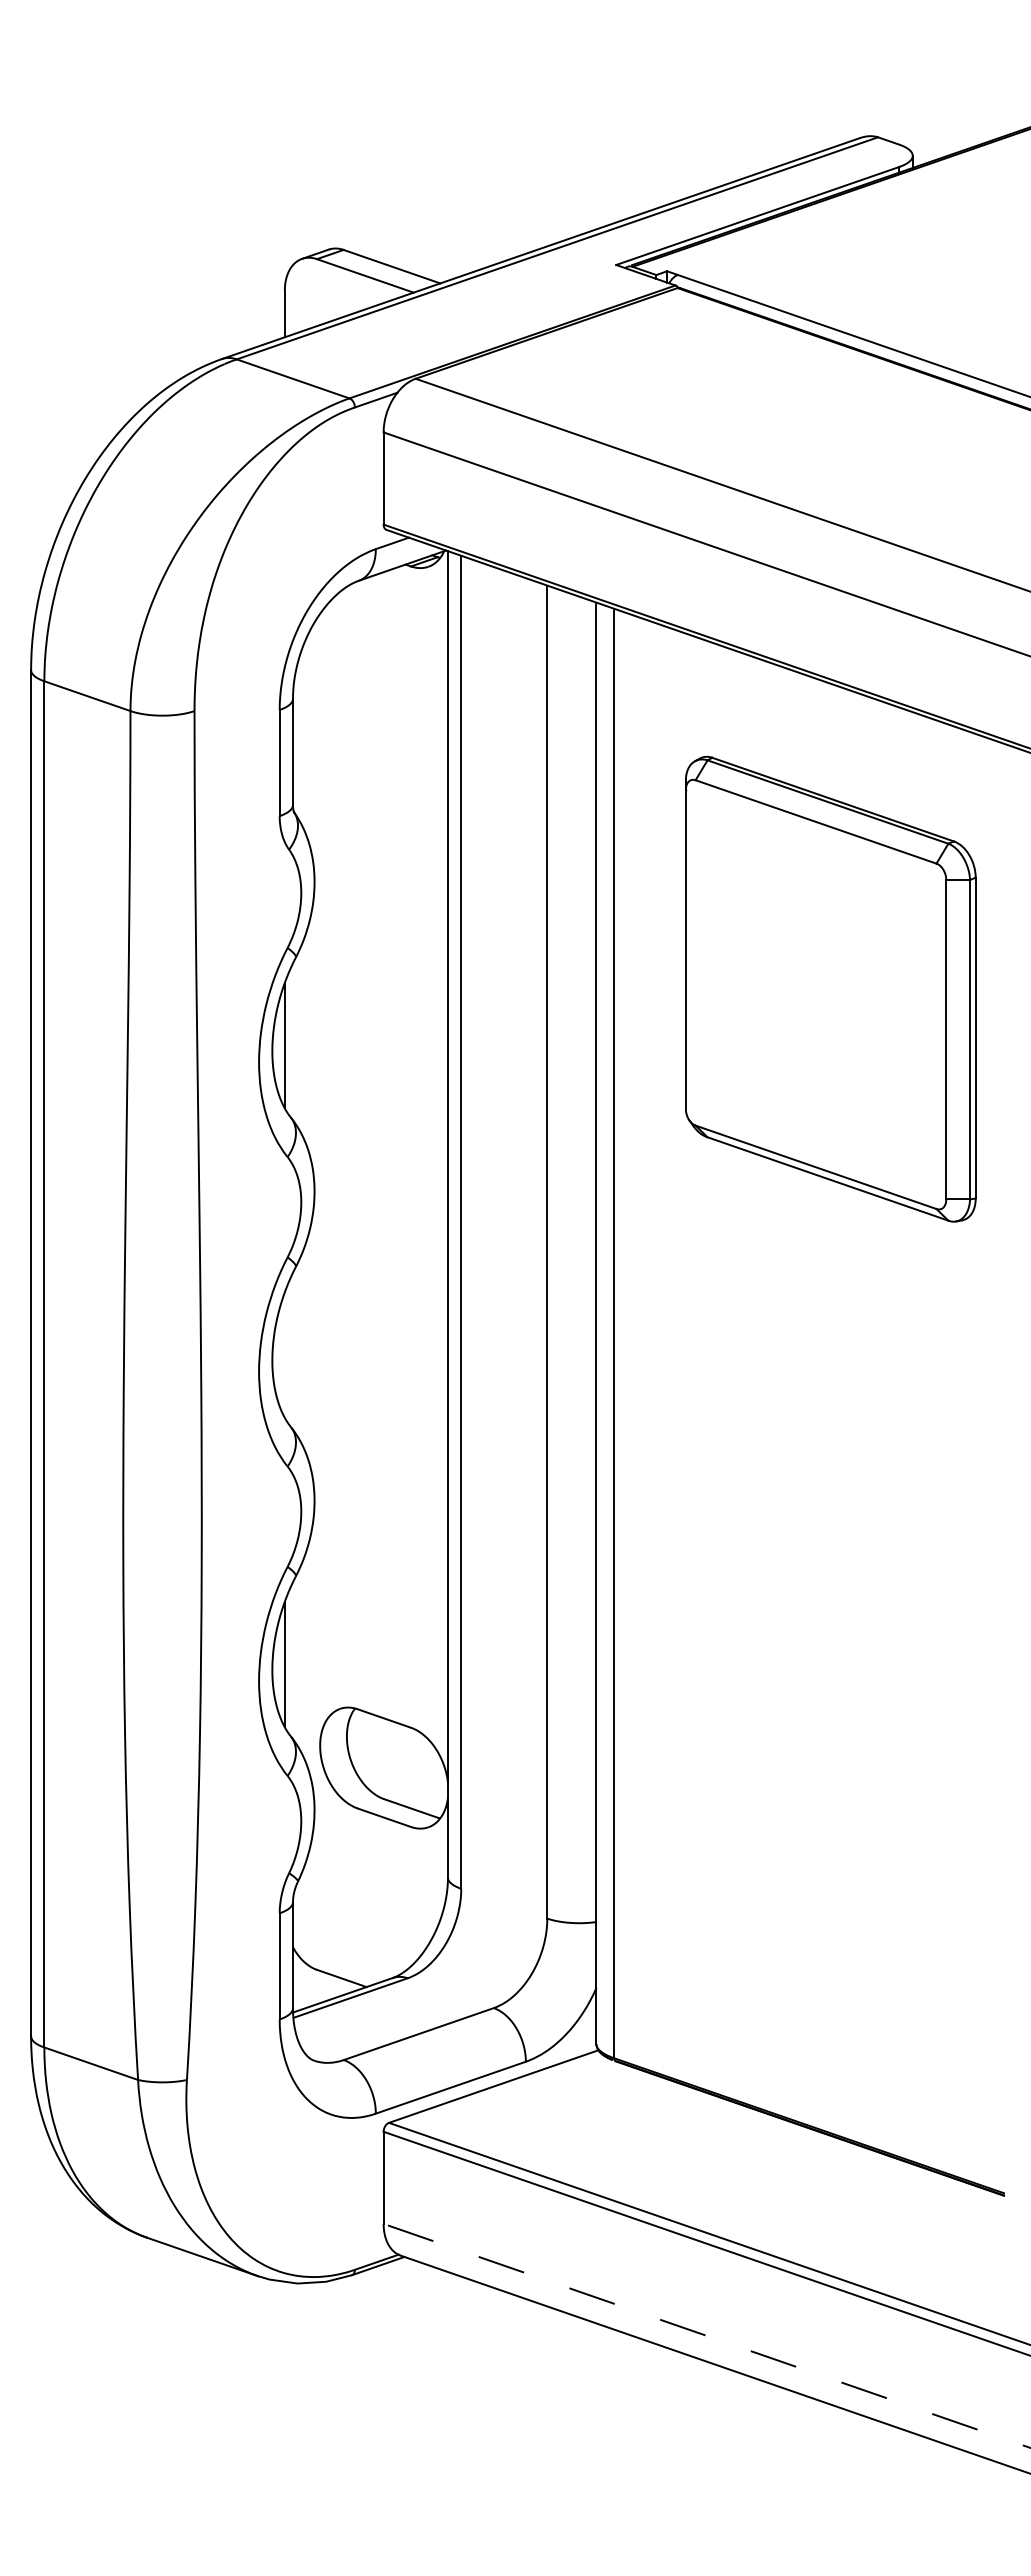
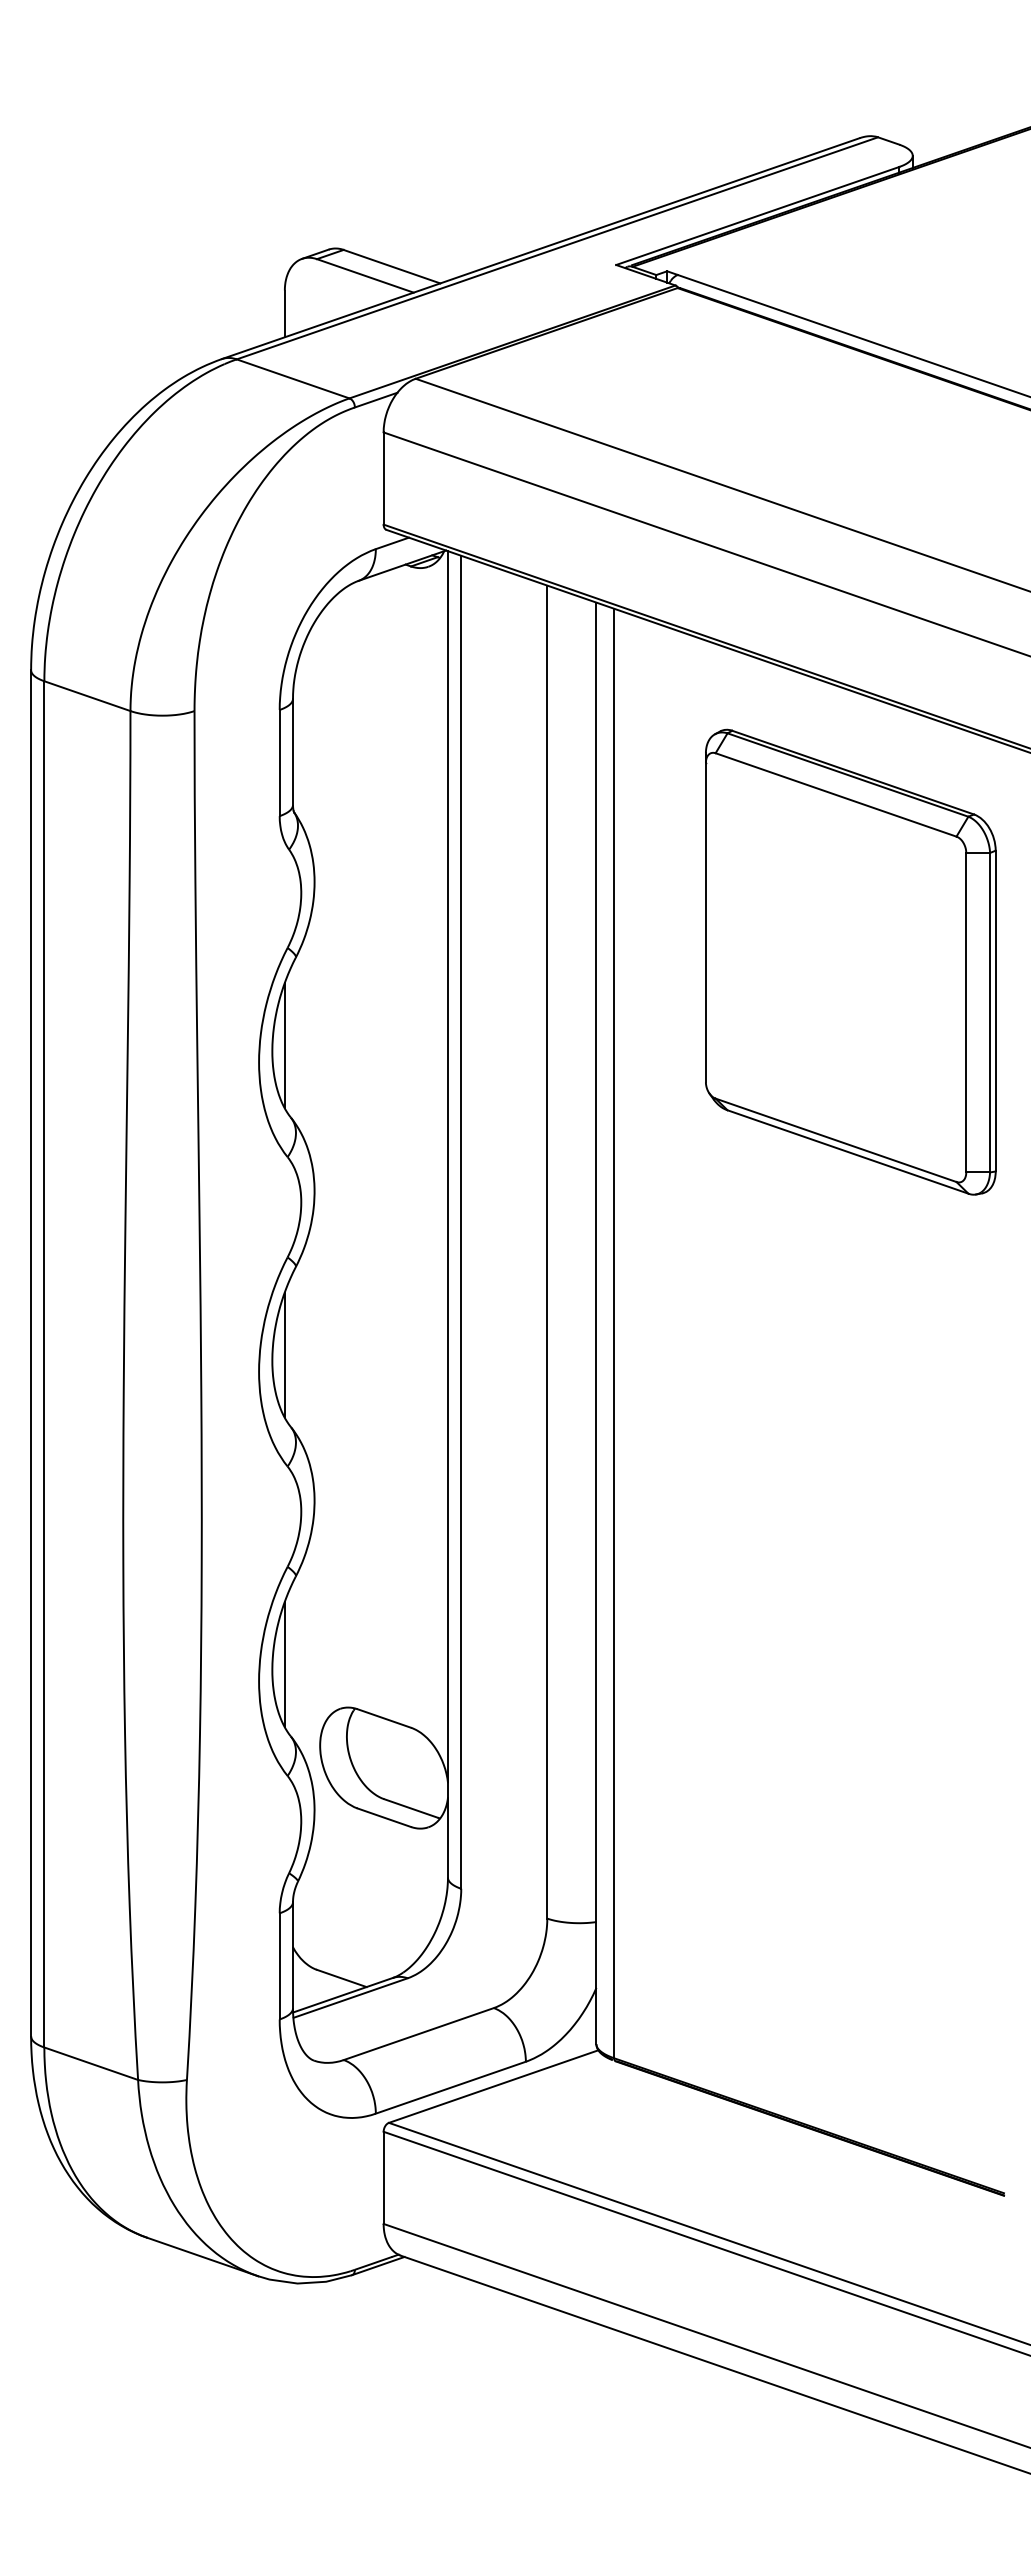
part at (830, 988) position: (830, 988) -> (850, 961)
line at (284, 1354): none -> present
line at (706, 2335): dashed -> solid
